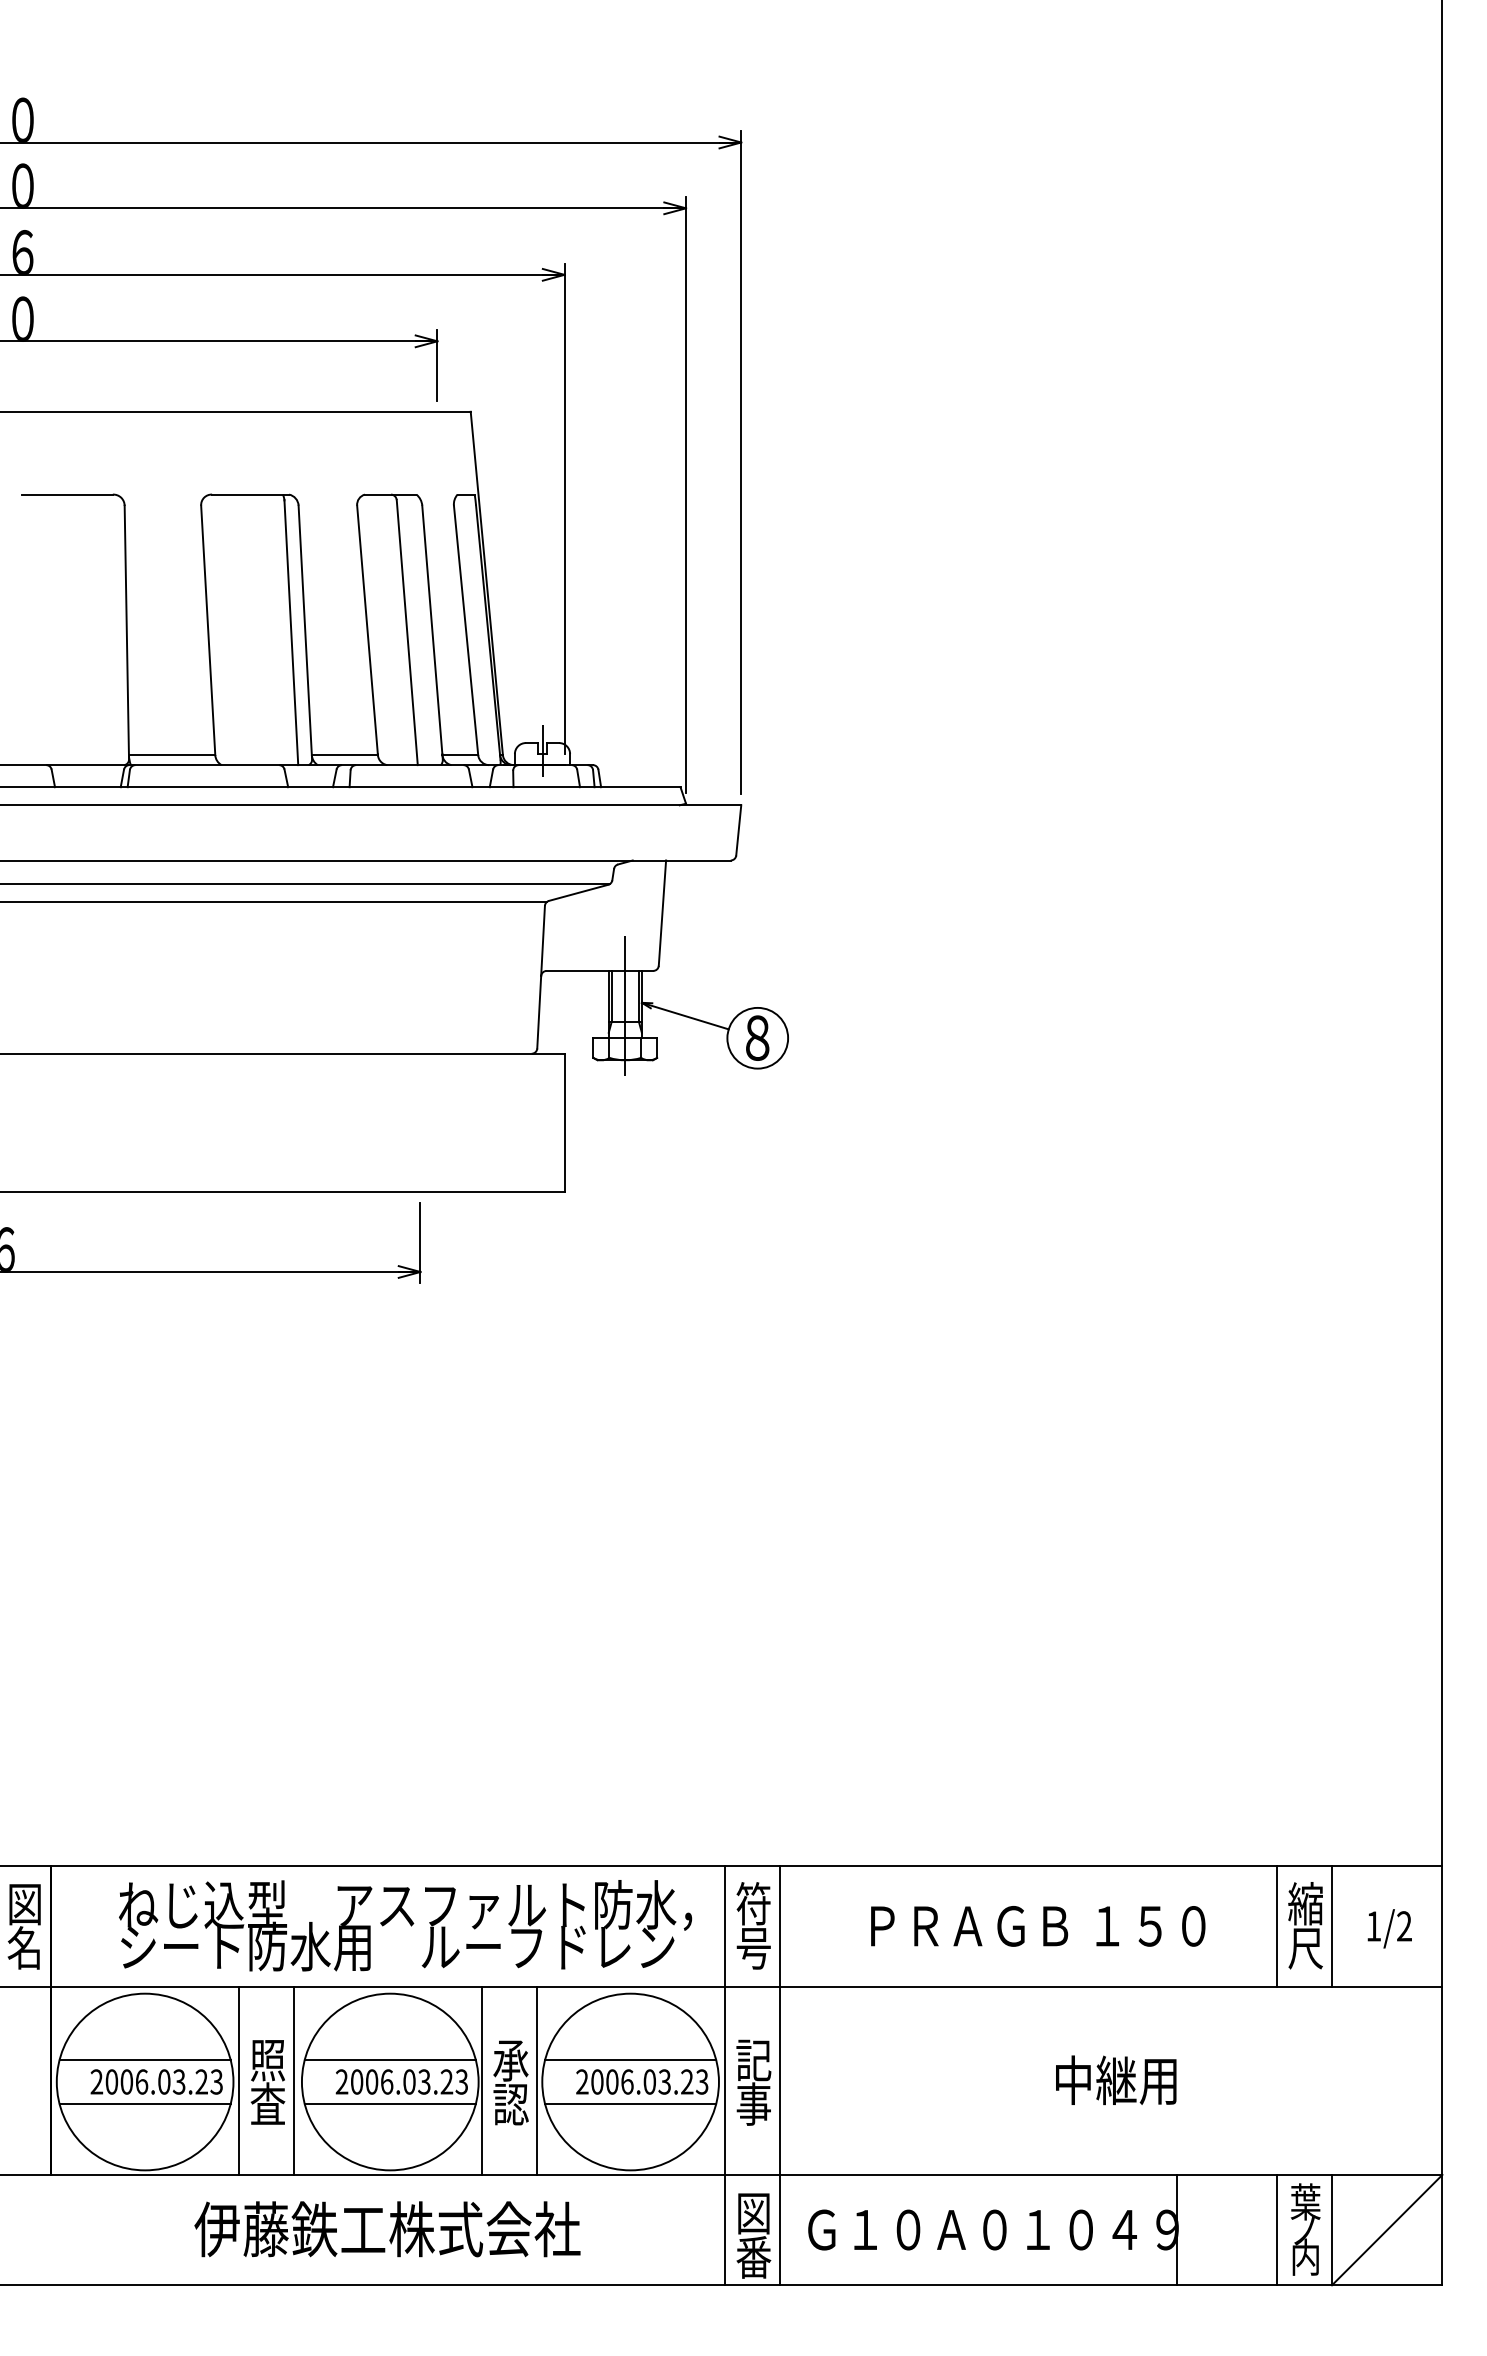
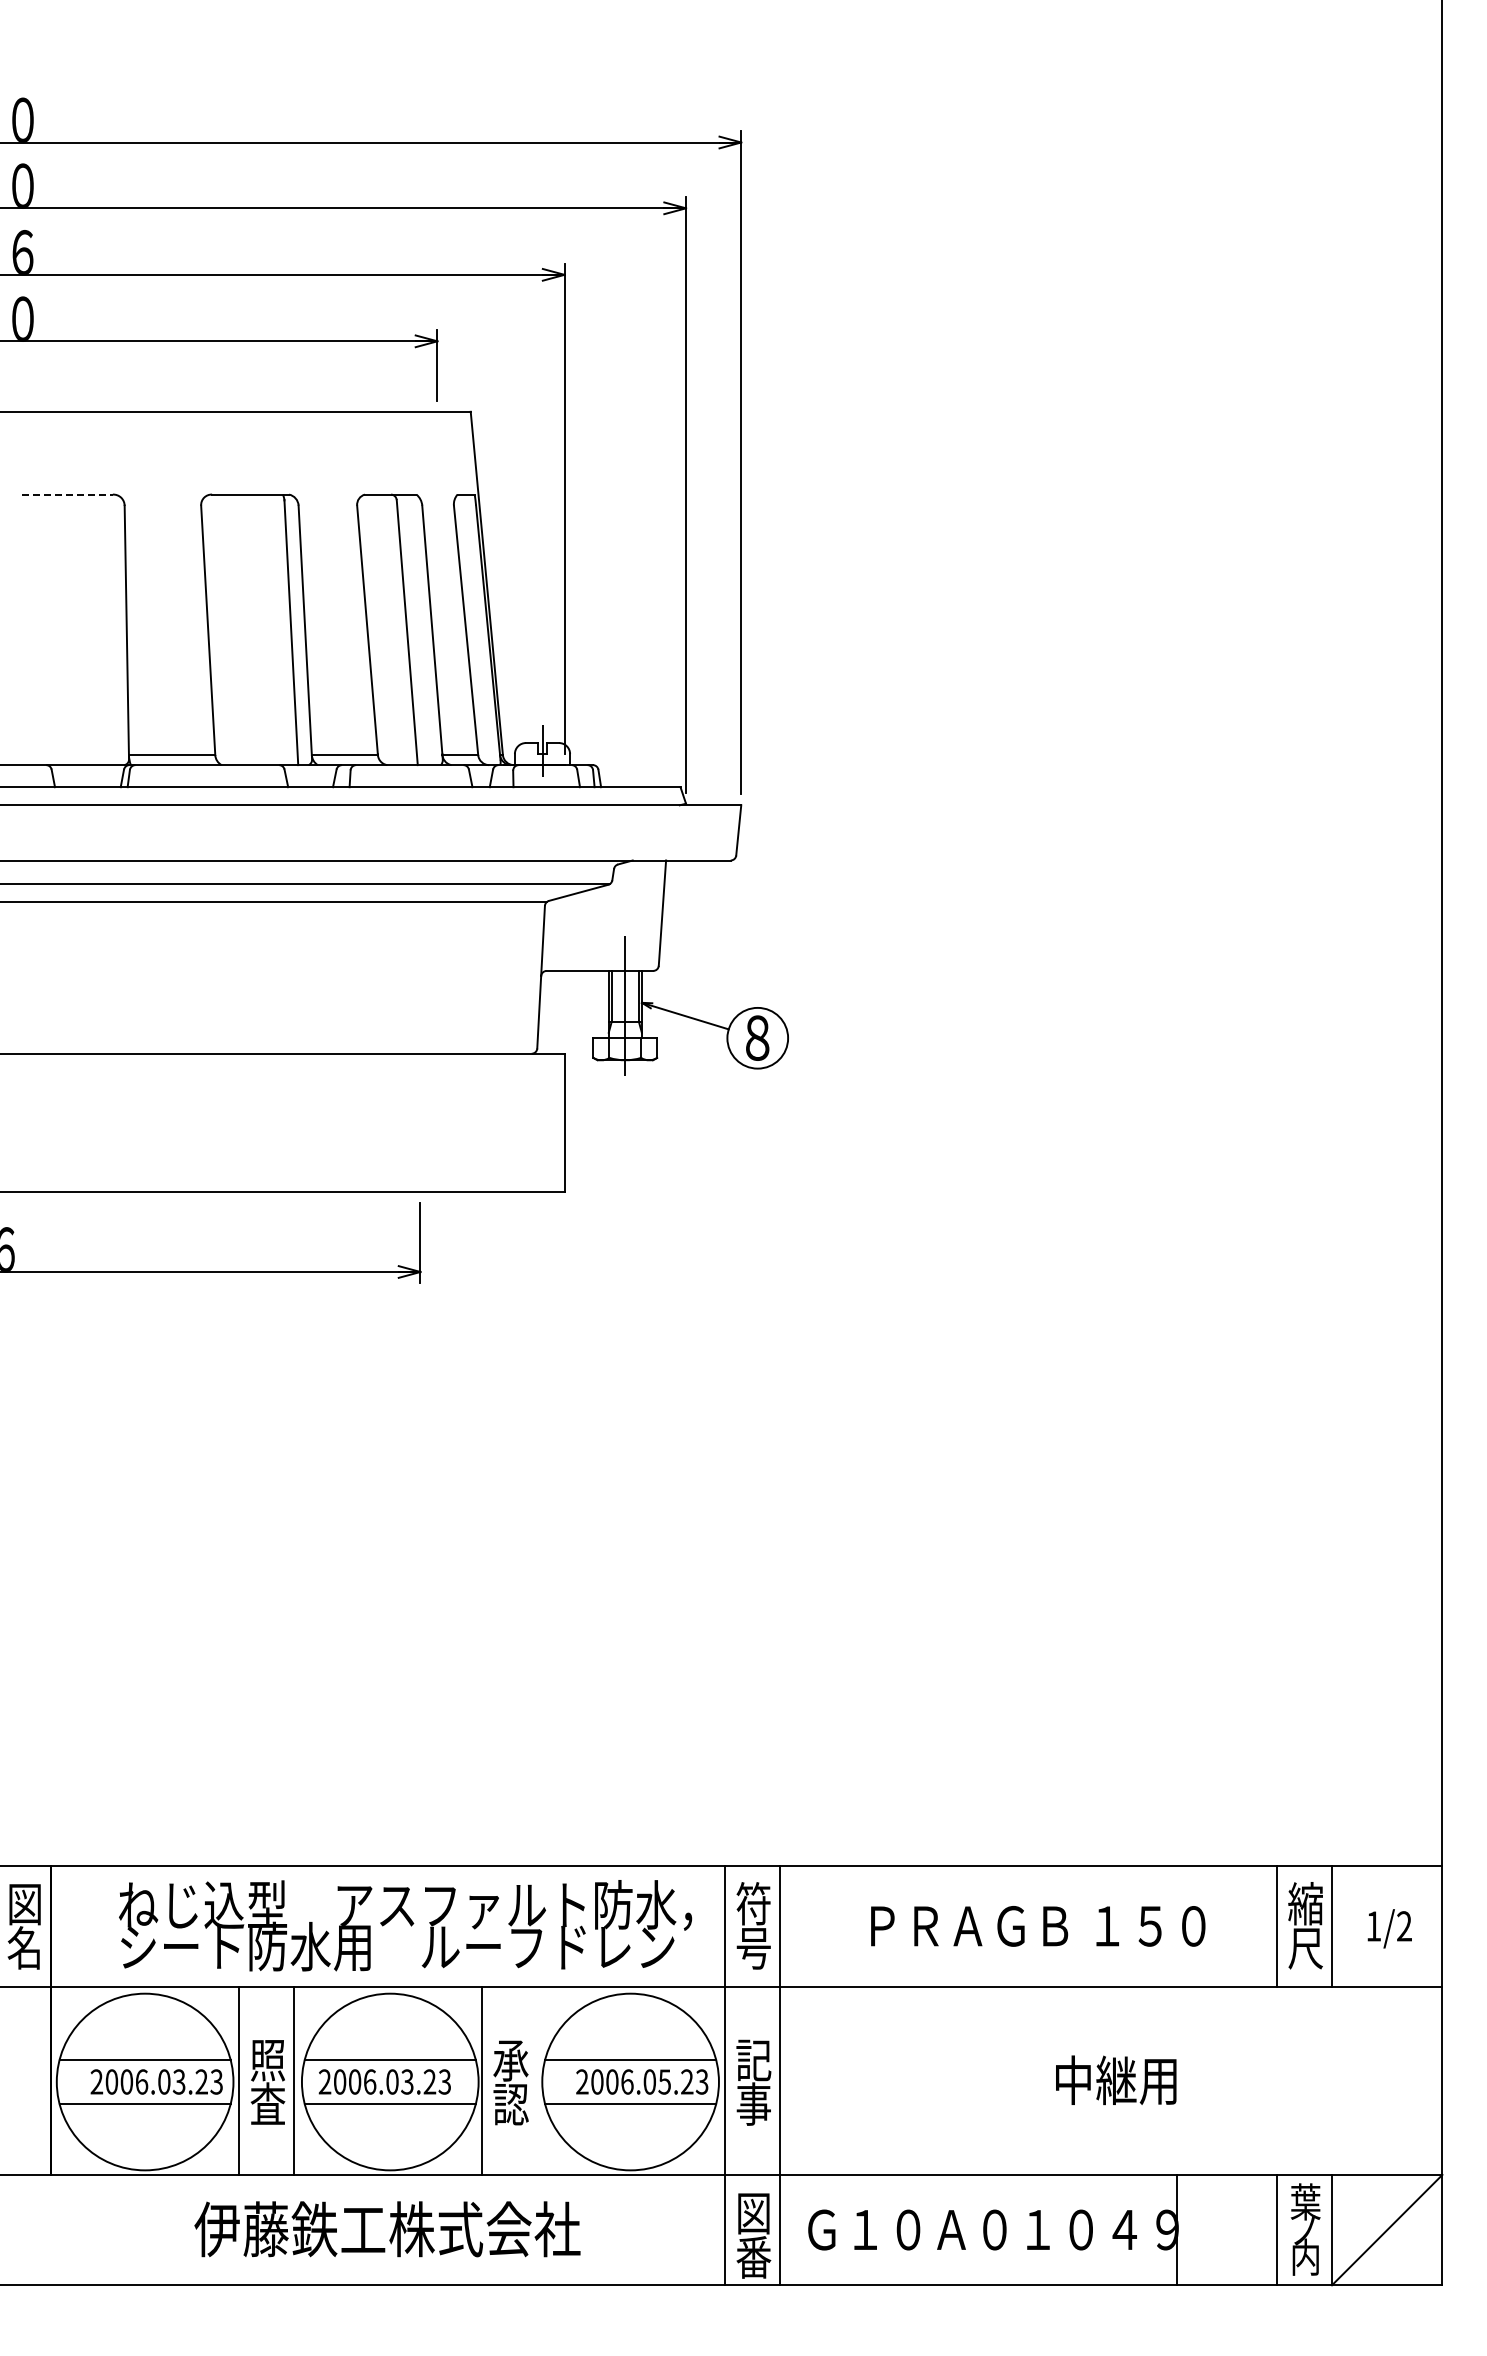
line at (67, 494): solid -> dashed
line at (536, 2080): present -> none
text at (401, 2081) position: (401, 2081) -> (384, 2081)
text at (664, 2081): 2006.03.23 -> 2006.05.23
